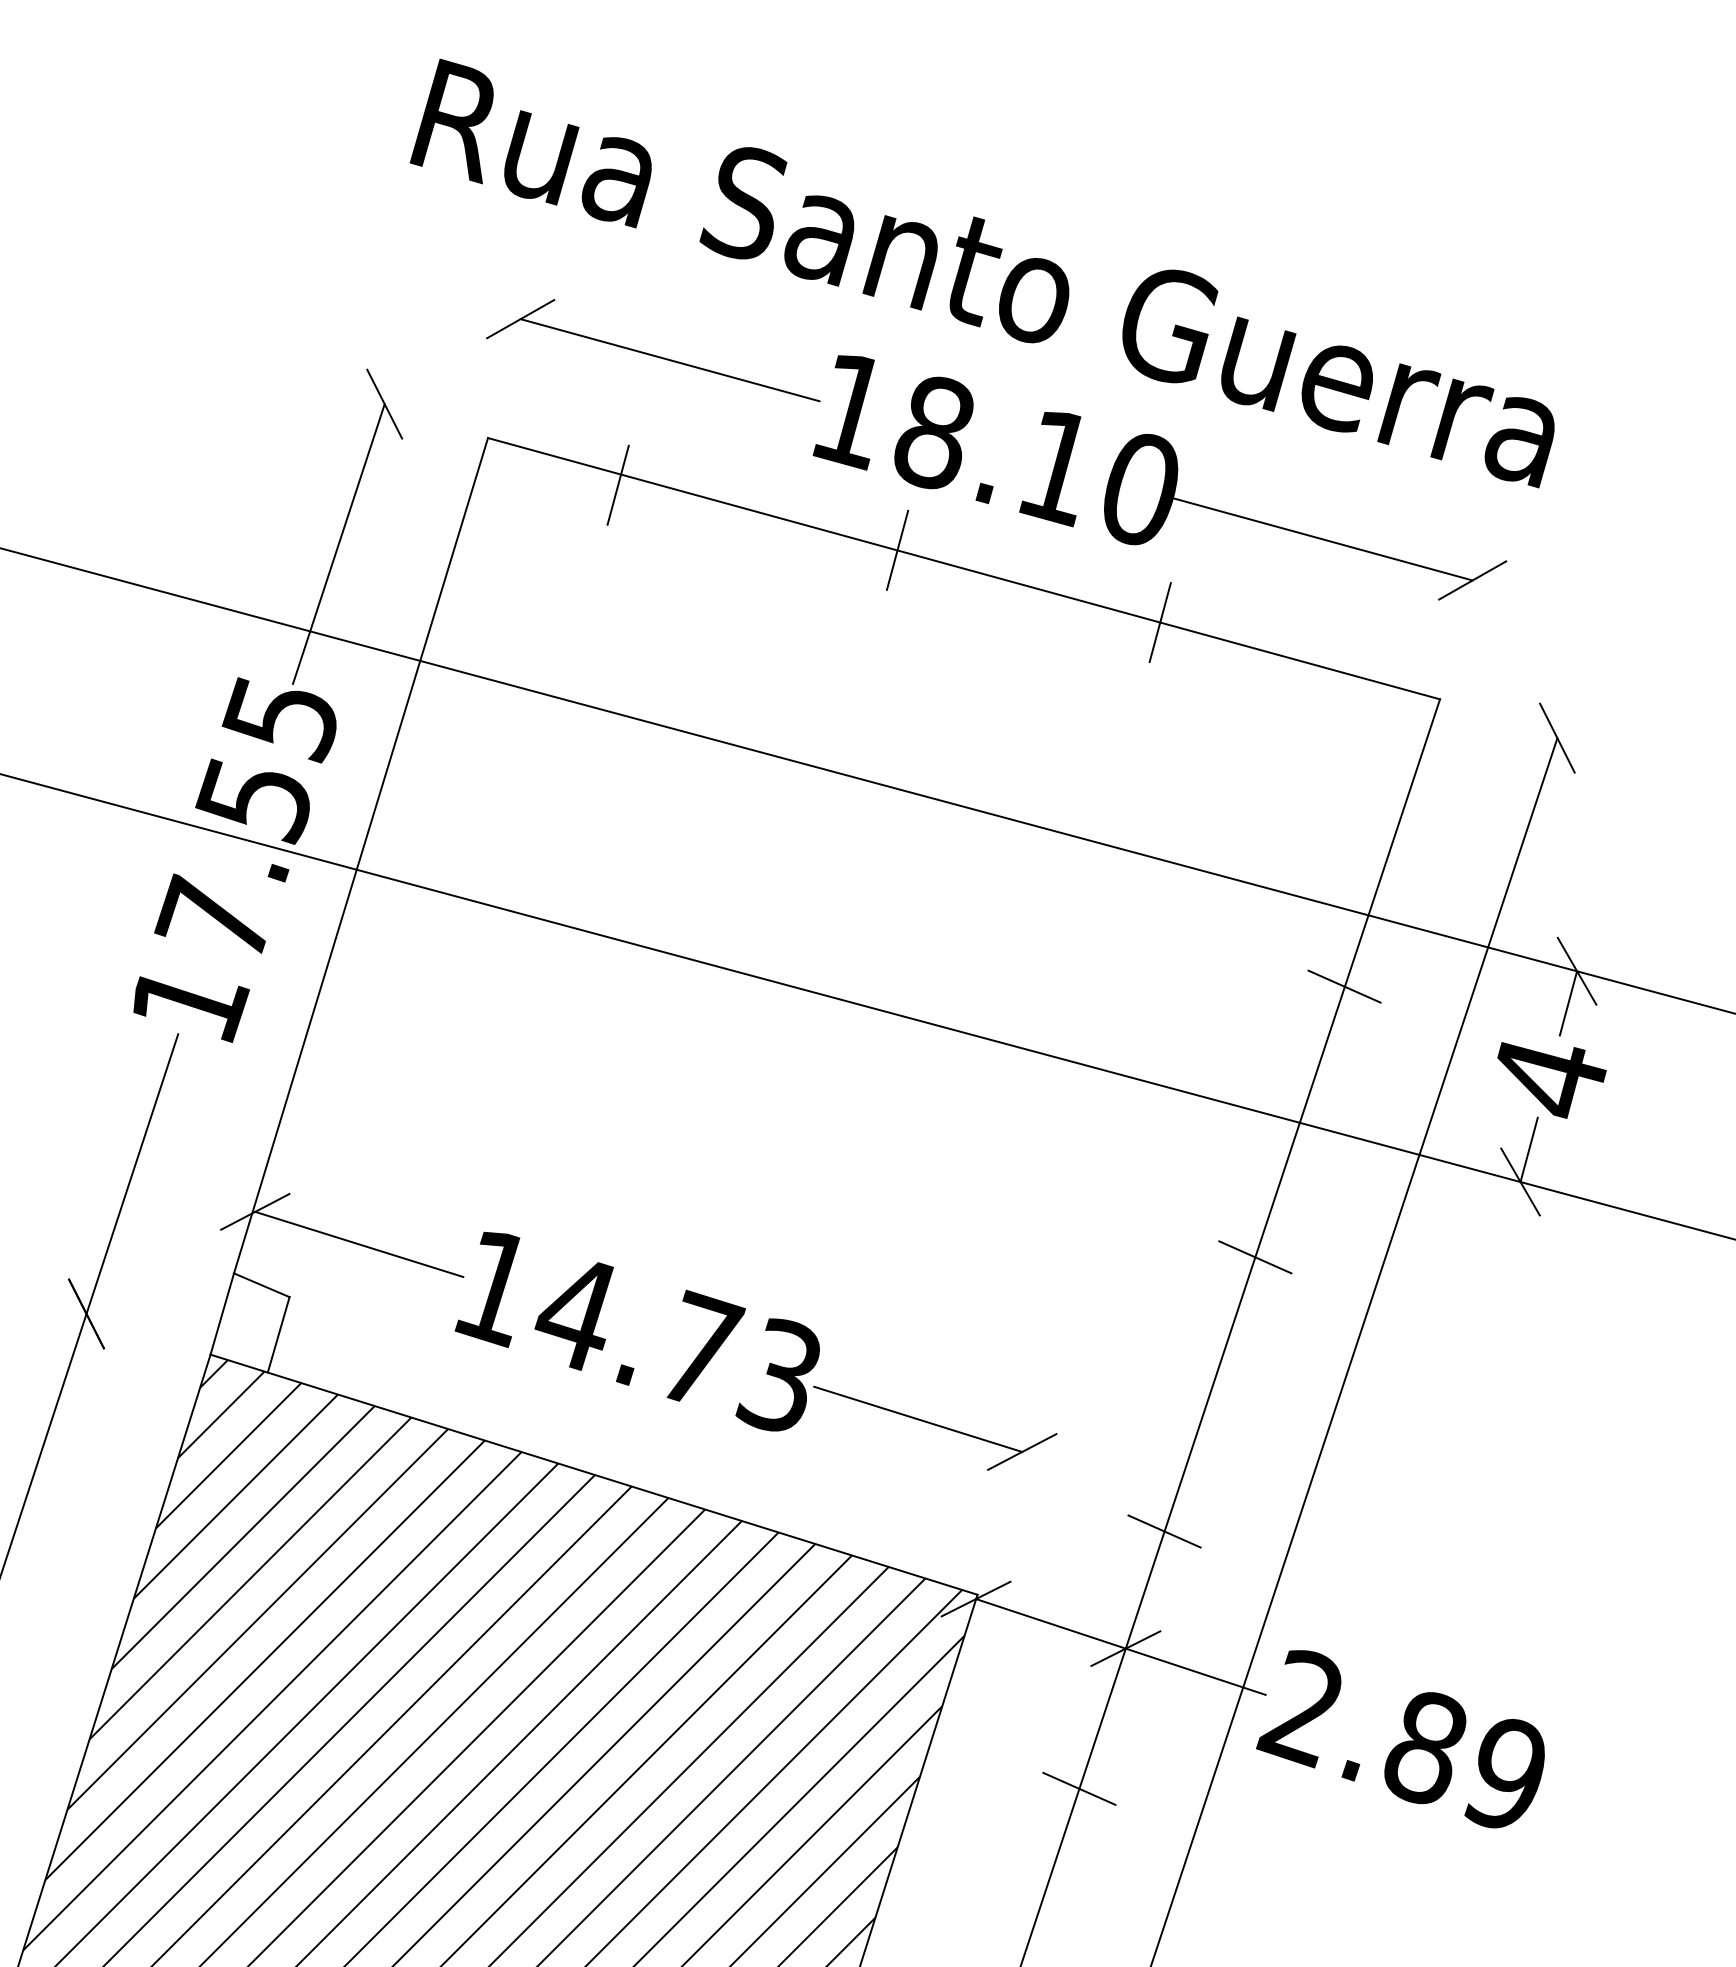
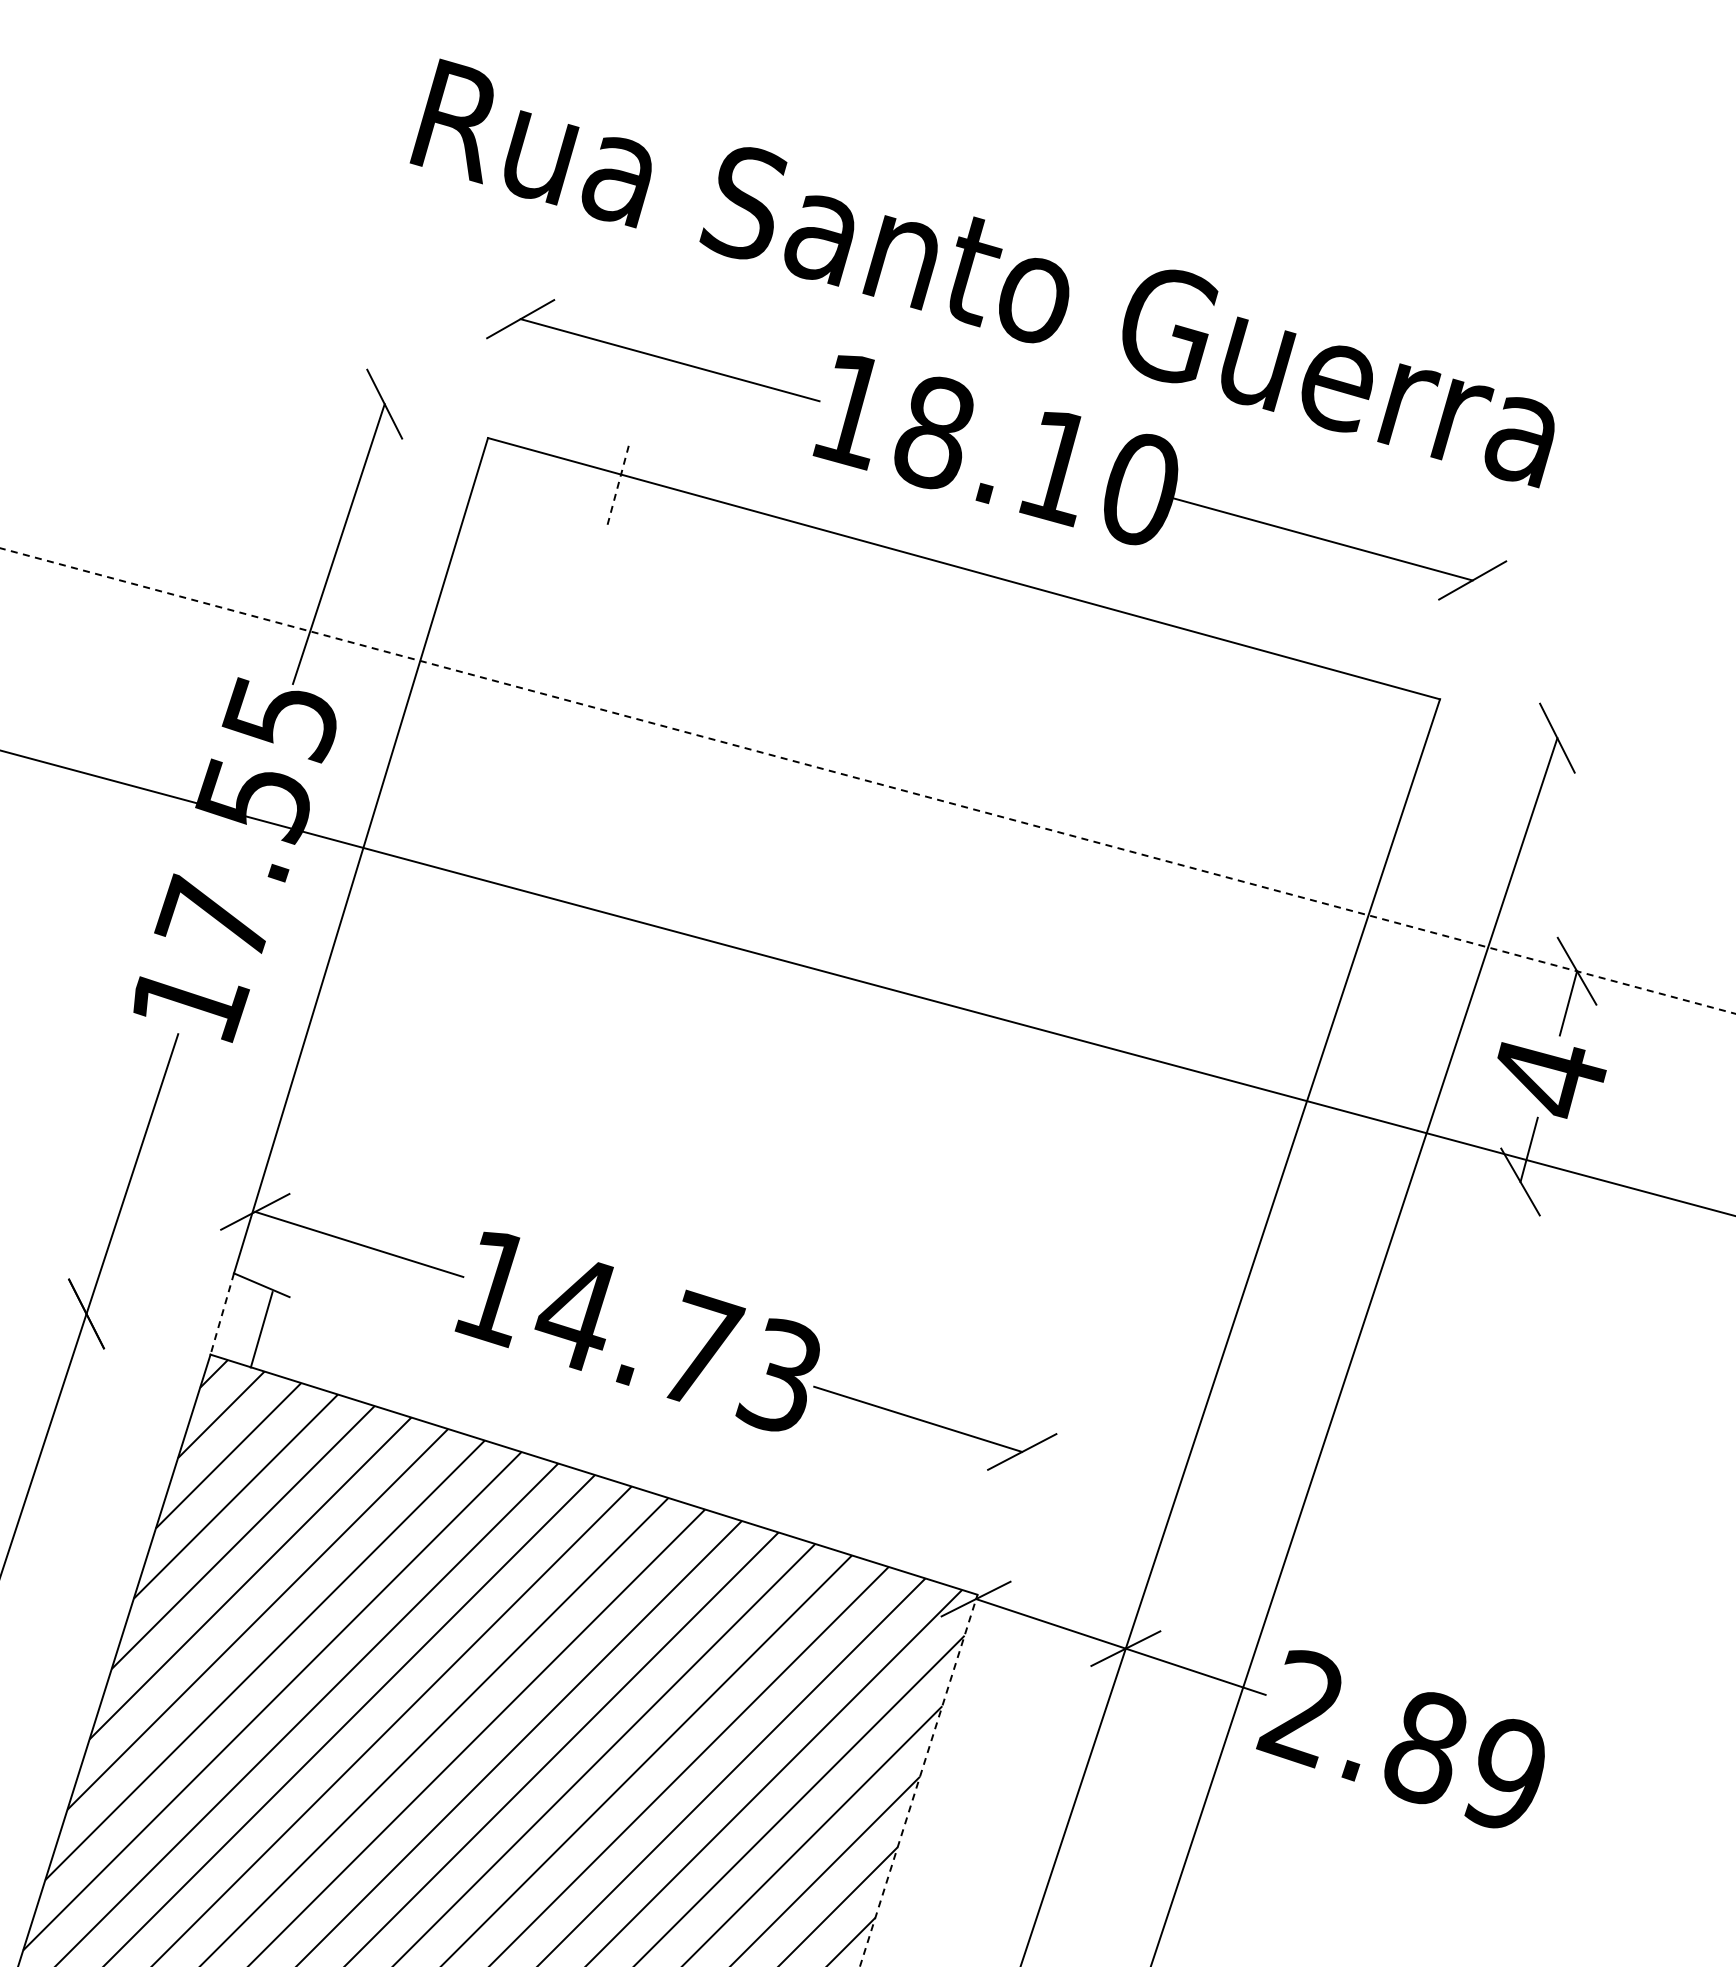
line at (618, 485): solid -> dashed
line at (897, 549): present -> none
line at (1159, 622): present -> none
line at (868, 781): solid -> dashed
line at (1344, 986): present -> none
line at (867, 1006) position: (867, 1006) -> (867, 983)
line at (1255, 1257): present -> none
line at (222, 1314): solid -> dashed
line at (278, 1334) position: (278, 1334) -> (261, 1329)
line at (1164, 1531): present -> none
line at (918, 1780): solid -> dashed
line at (1079, 1788): present -> none
